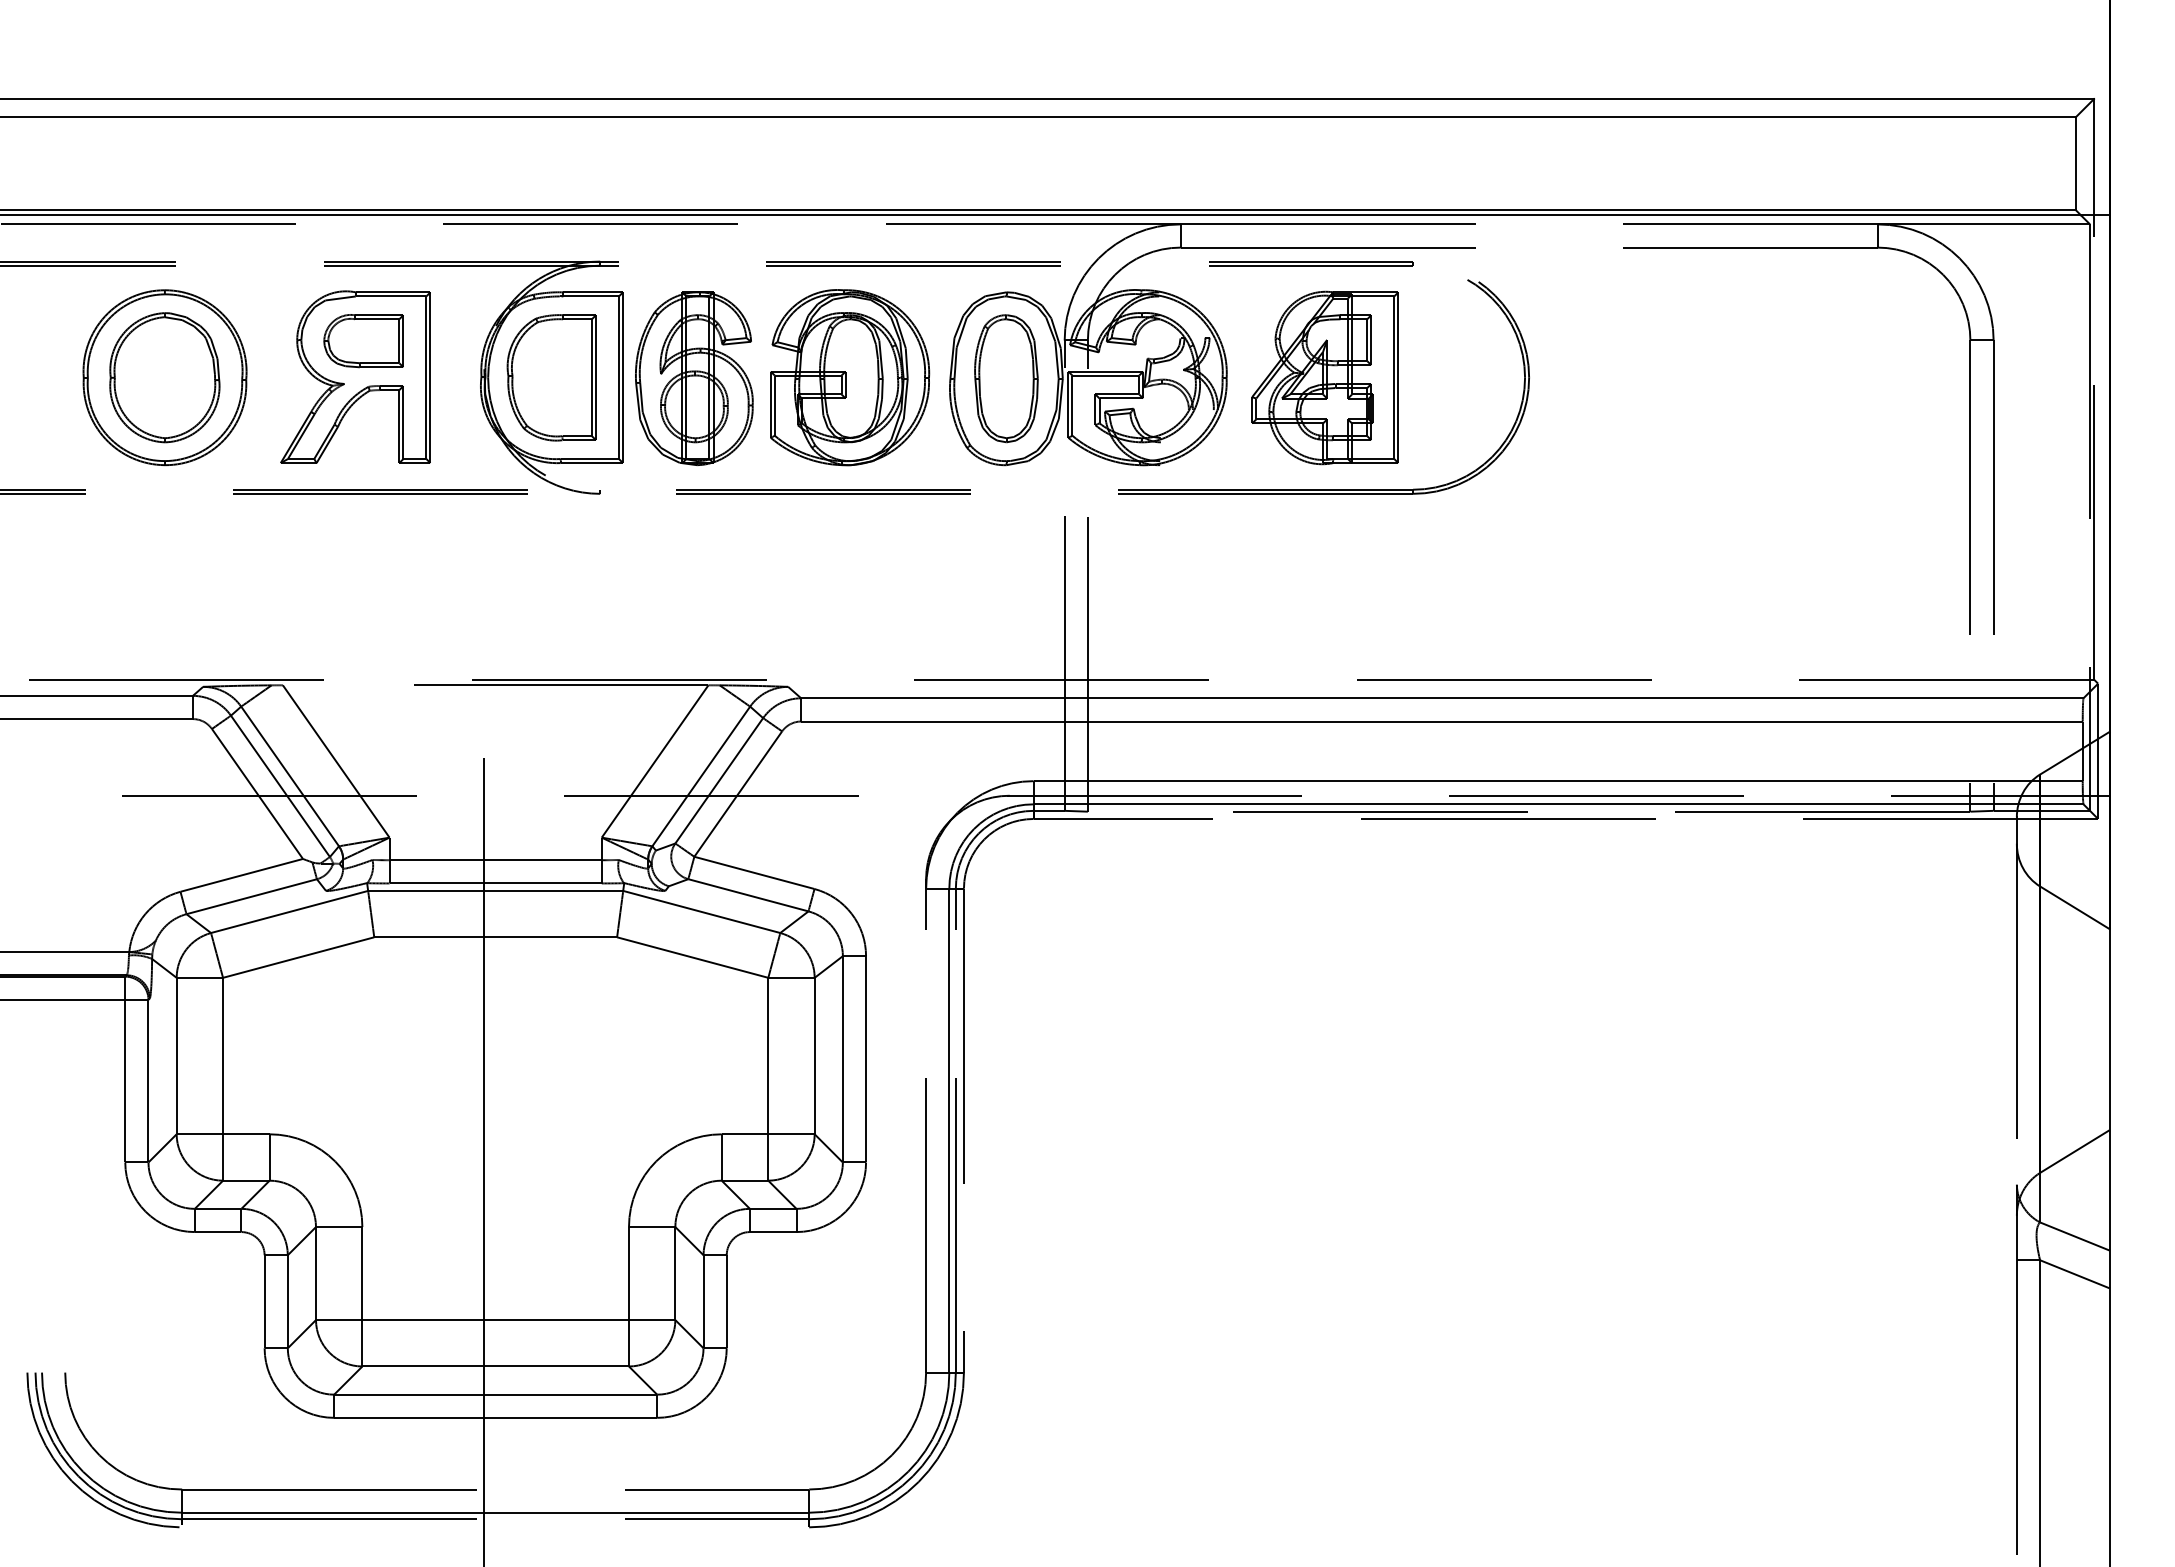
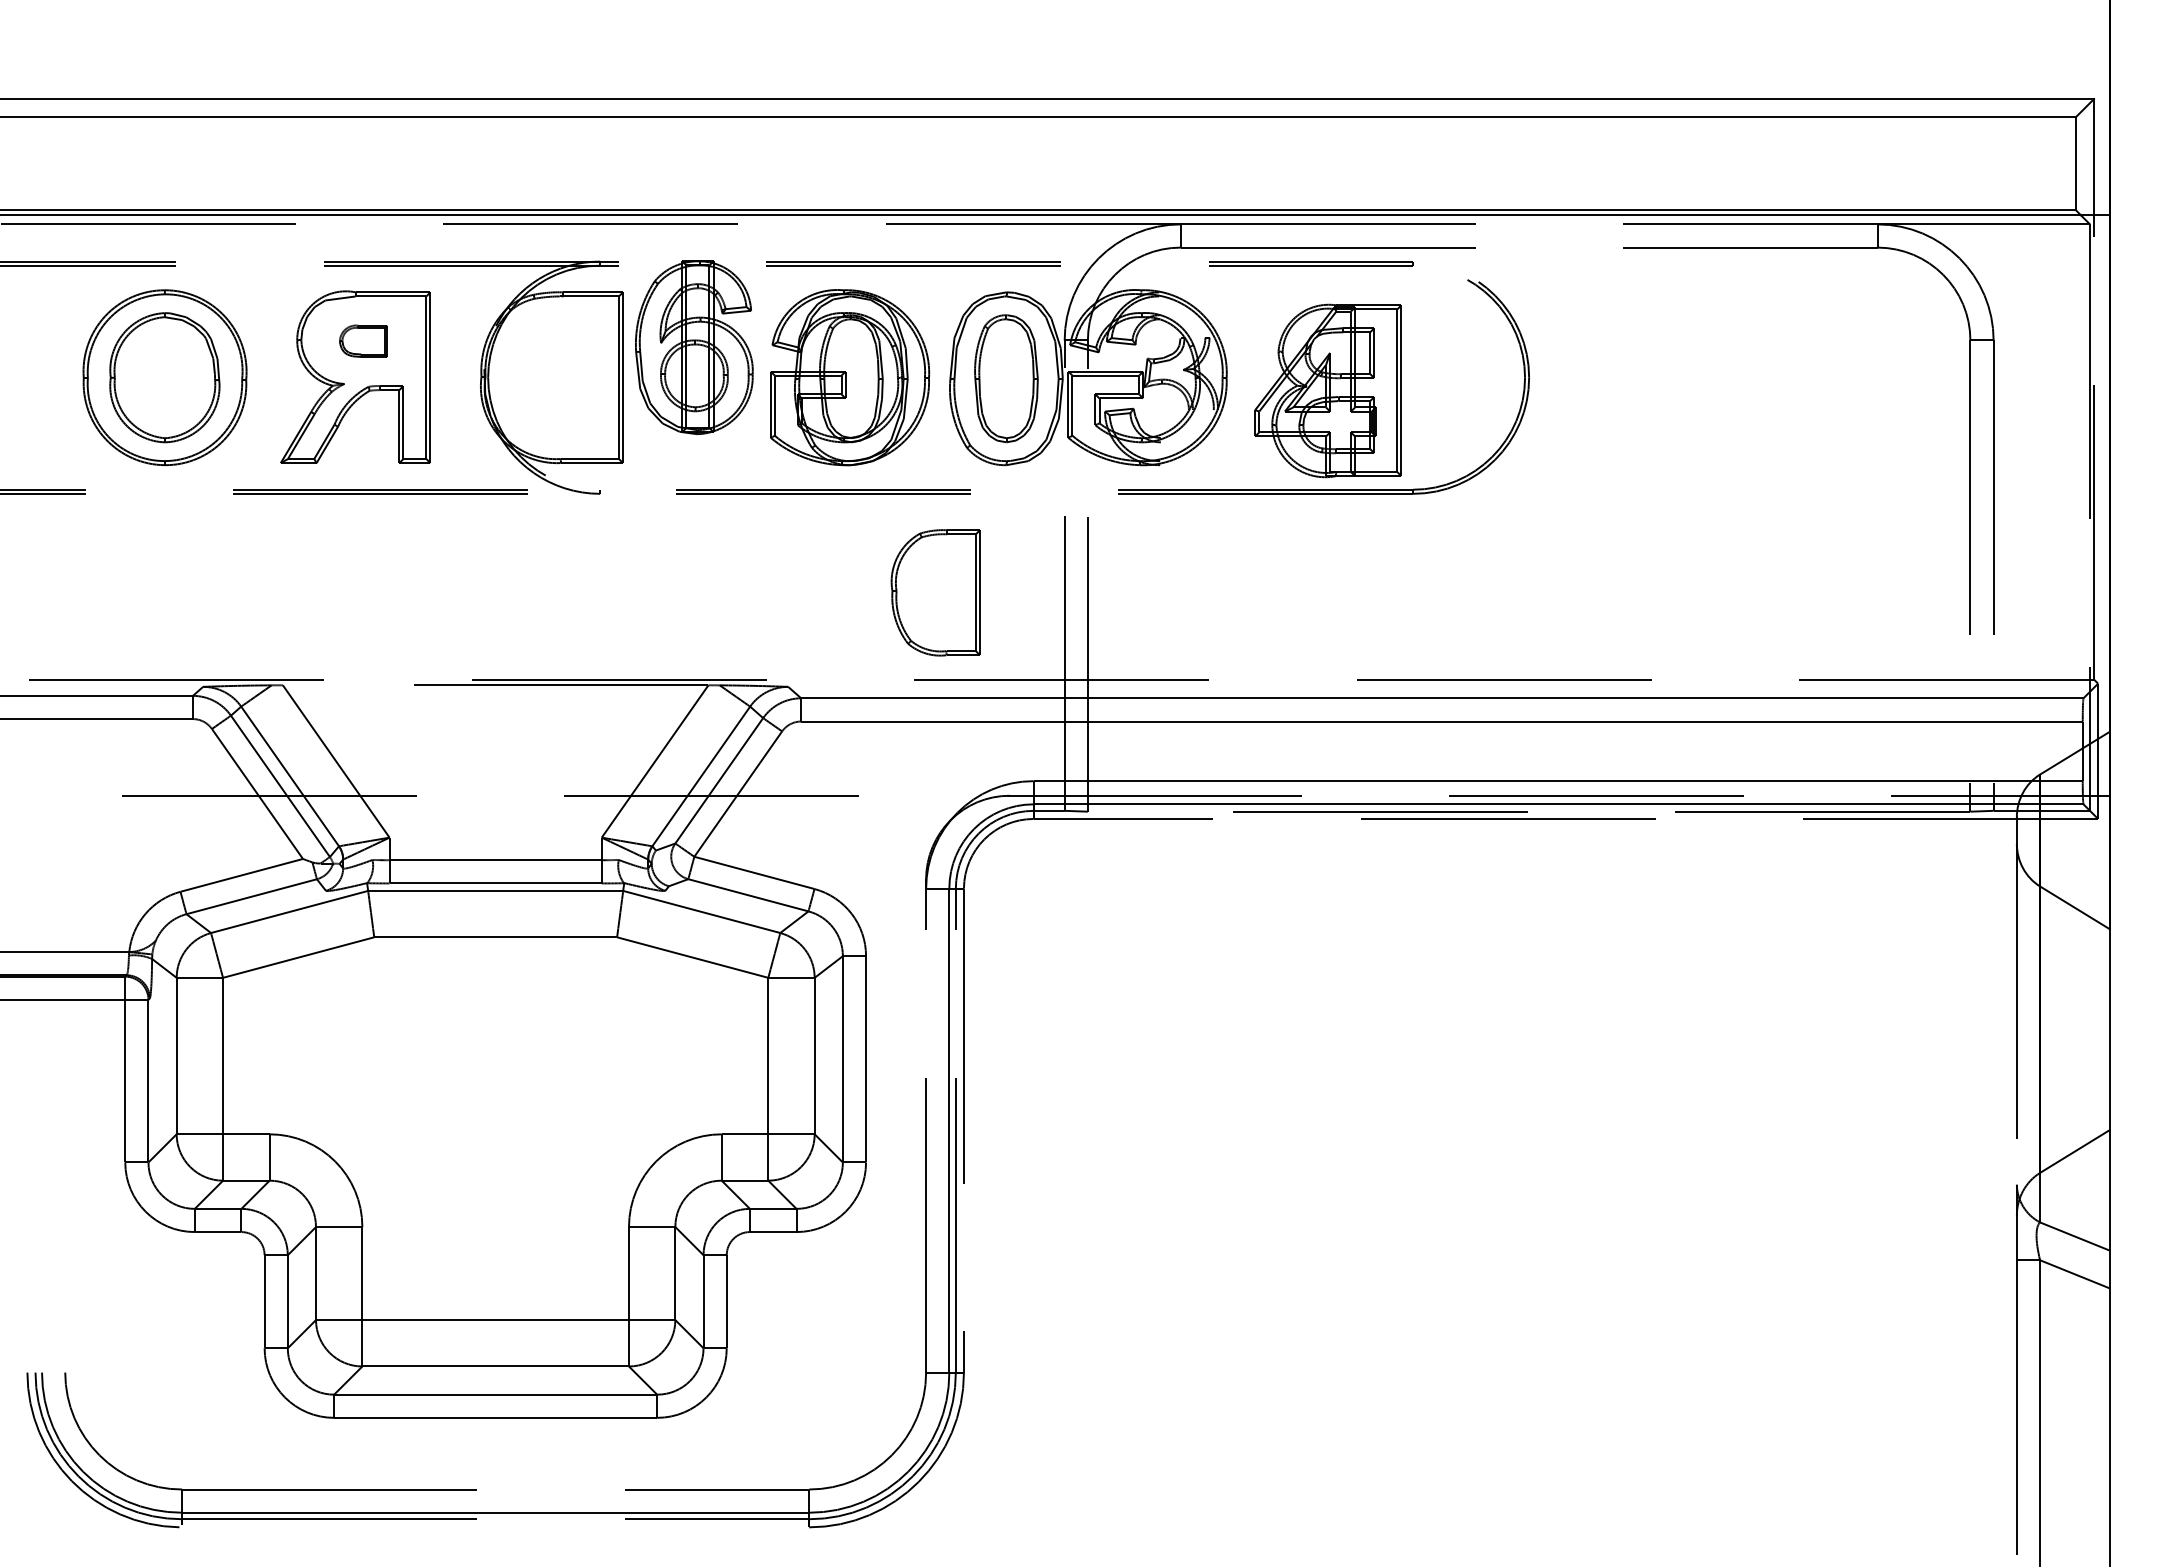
part at (363, 341) size: 81x55 px -> 49x34 px
part at (551, 377) position: (551, 377) -> (935, 592)
part at (1324, 377) position: (1324, 377) -> (1327, 390)
part at (694, 378) position: (694, 378) -> (694, 347)
line at (484, 1160): present -> none
